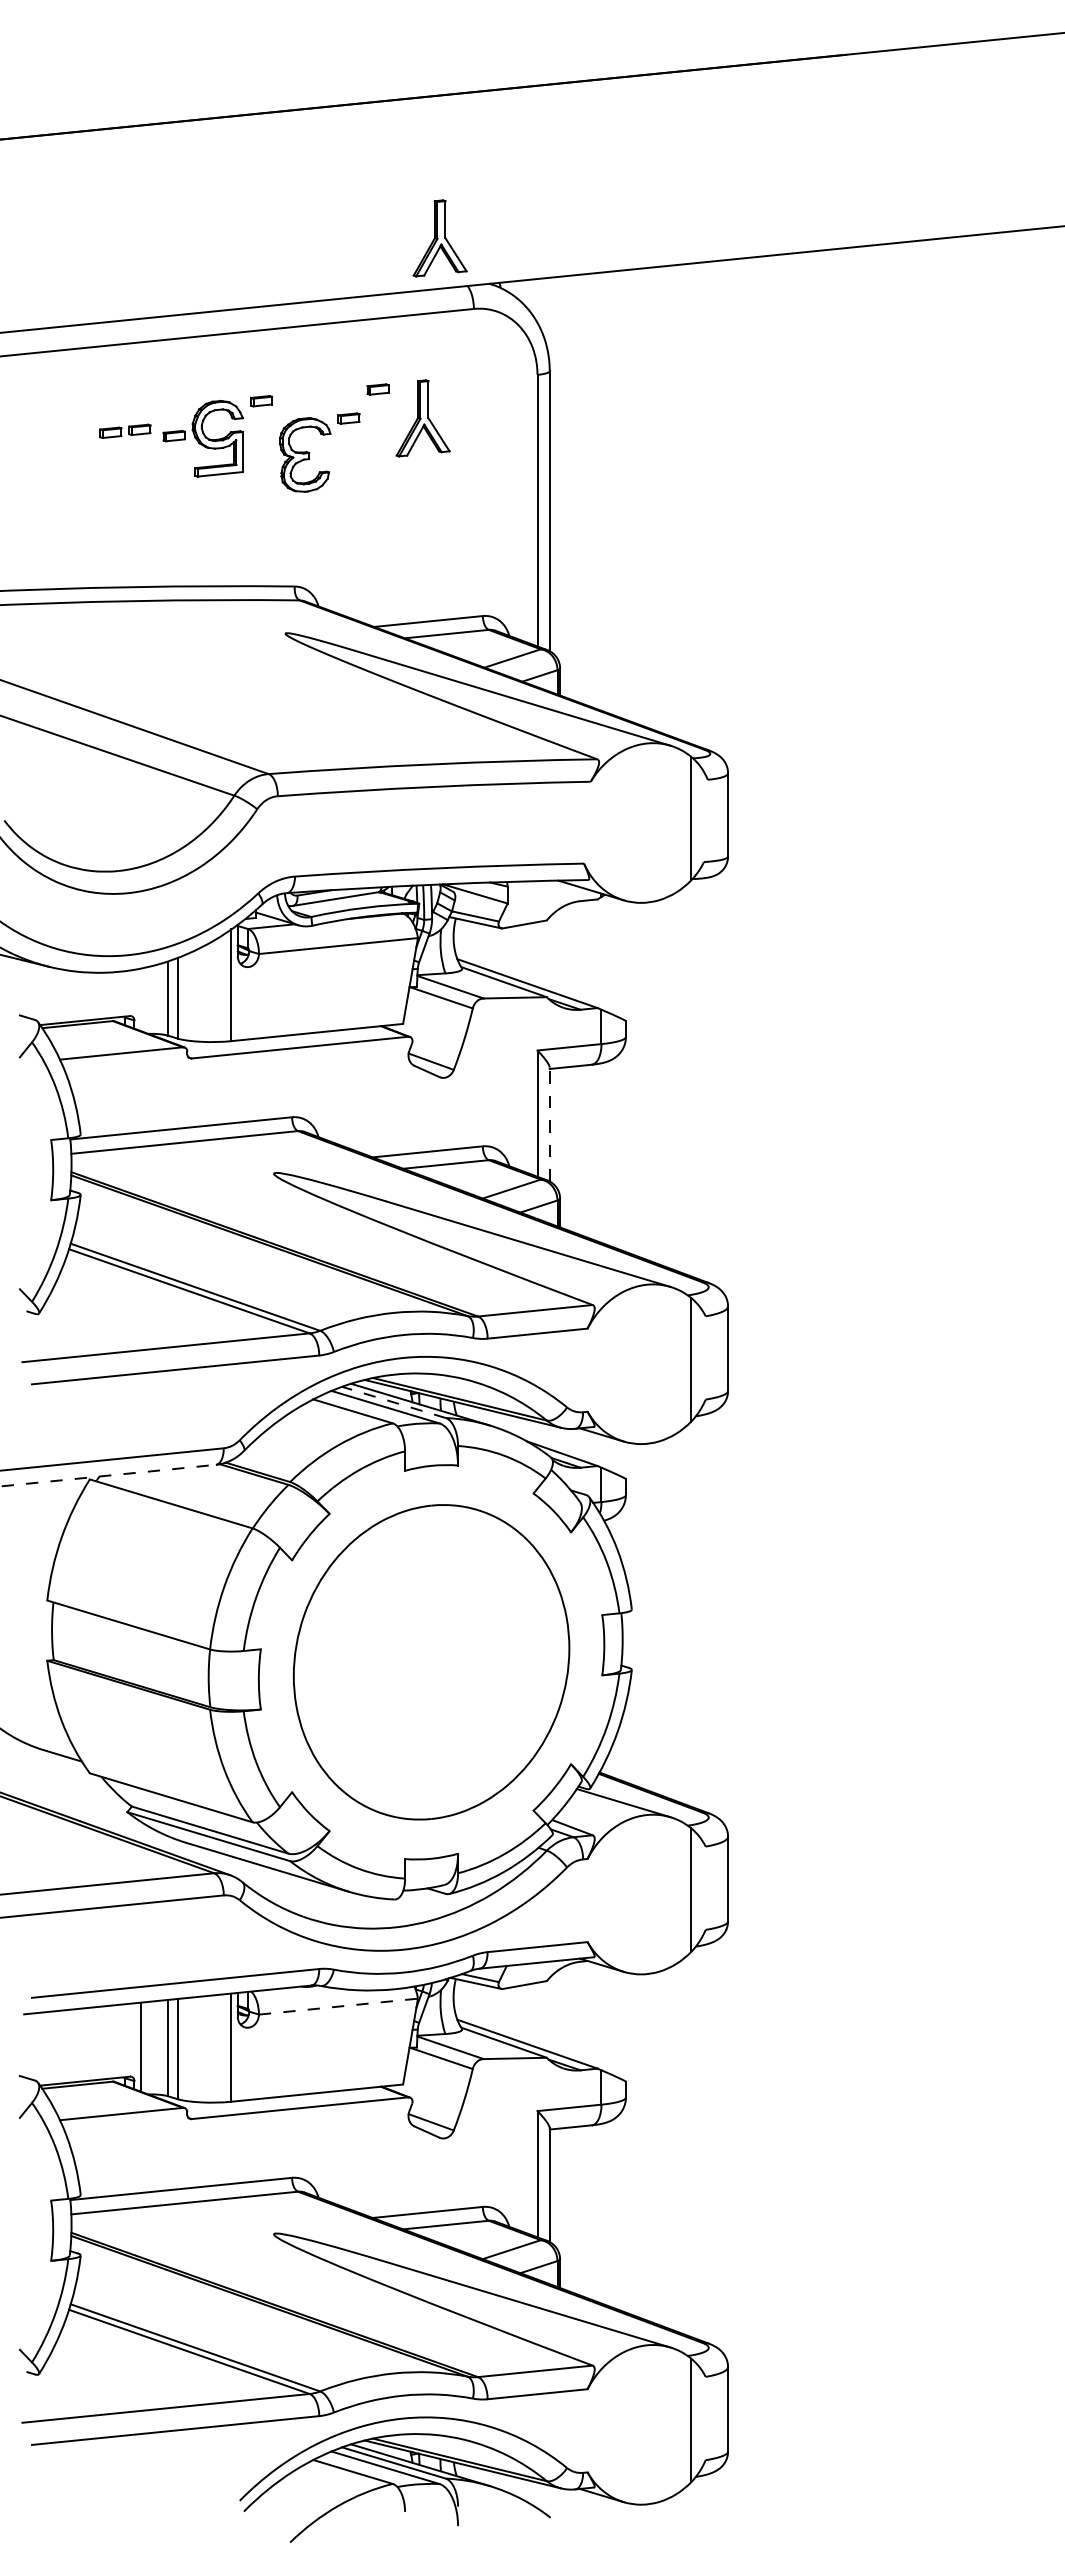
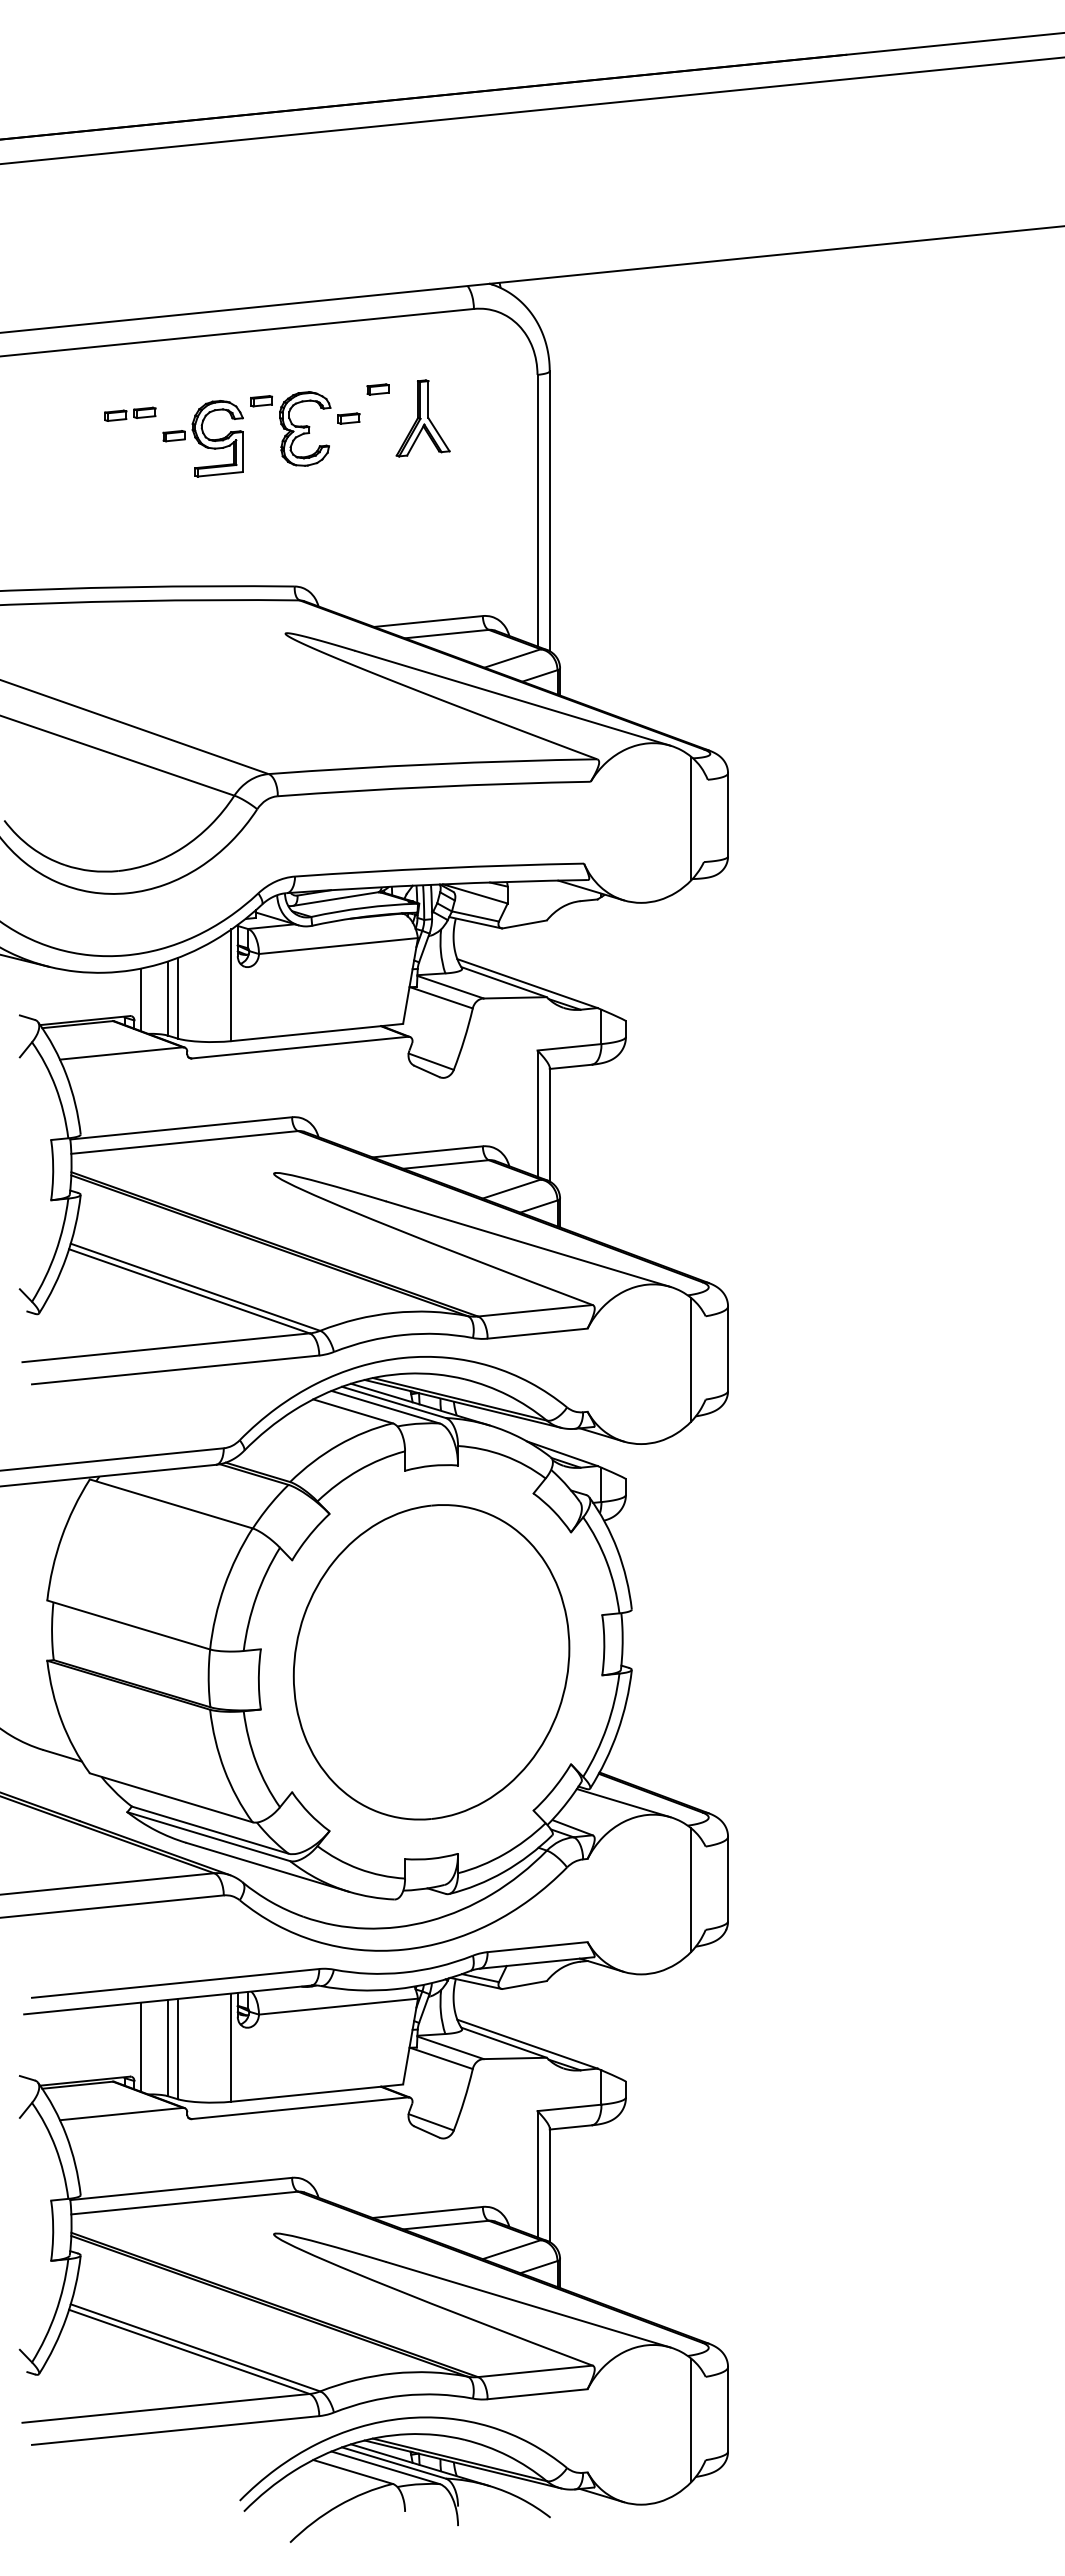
line at (531, 110): none -> present
part at (439, 238): present -> none
part at (125, 430) position: (125, 430) -> (130, 413)
part at (305, 454) position: (305, 454) -> (305, 428)
line at (140, 999): none -> present
line at (549, 1124): dashed -> solid
line at (393, 1402): dashed -> solid
line at (108, 1475): dashed -> solid
line at (338, 2006): dashed -> solid
